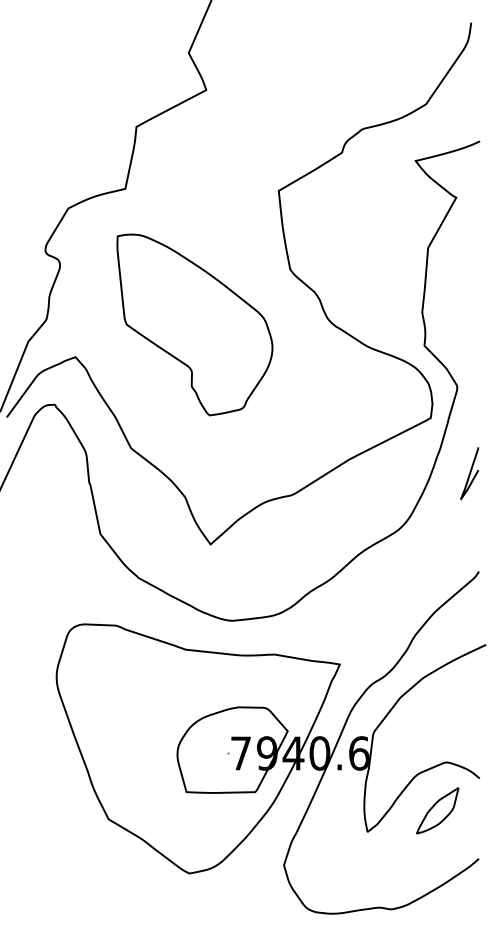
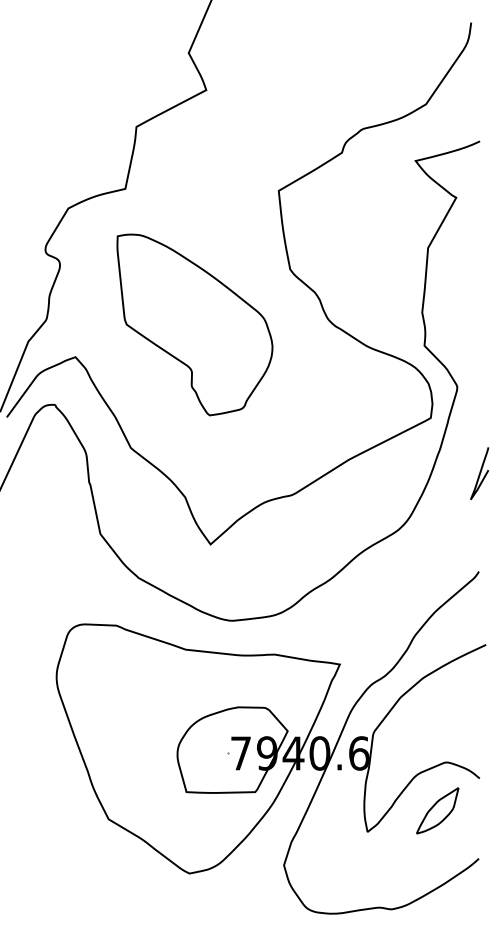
curve at (469, 473) position: (469, 473) -> (479, 473)
